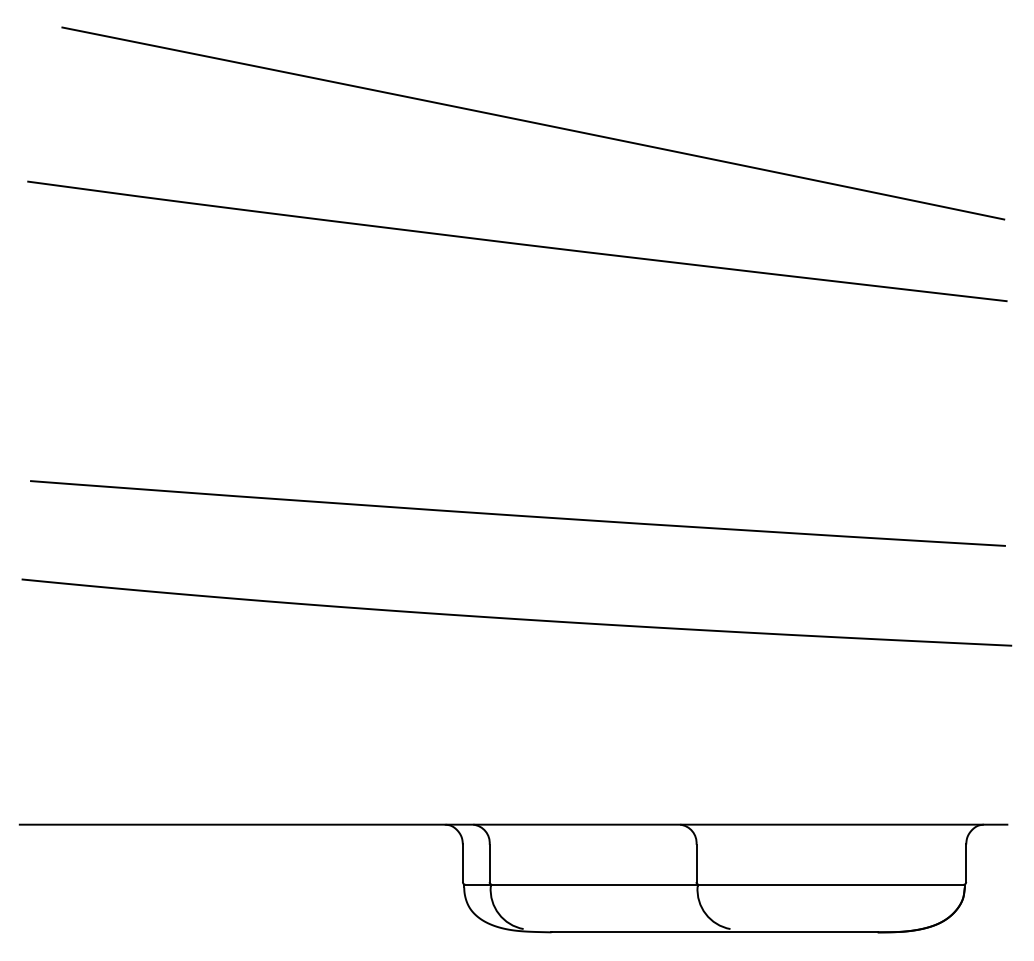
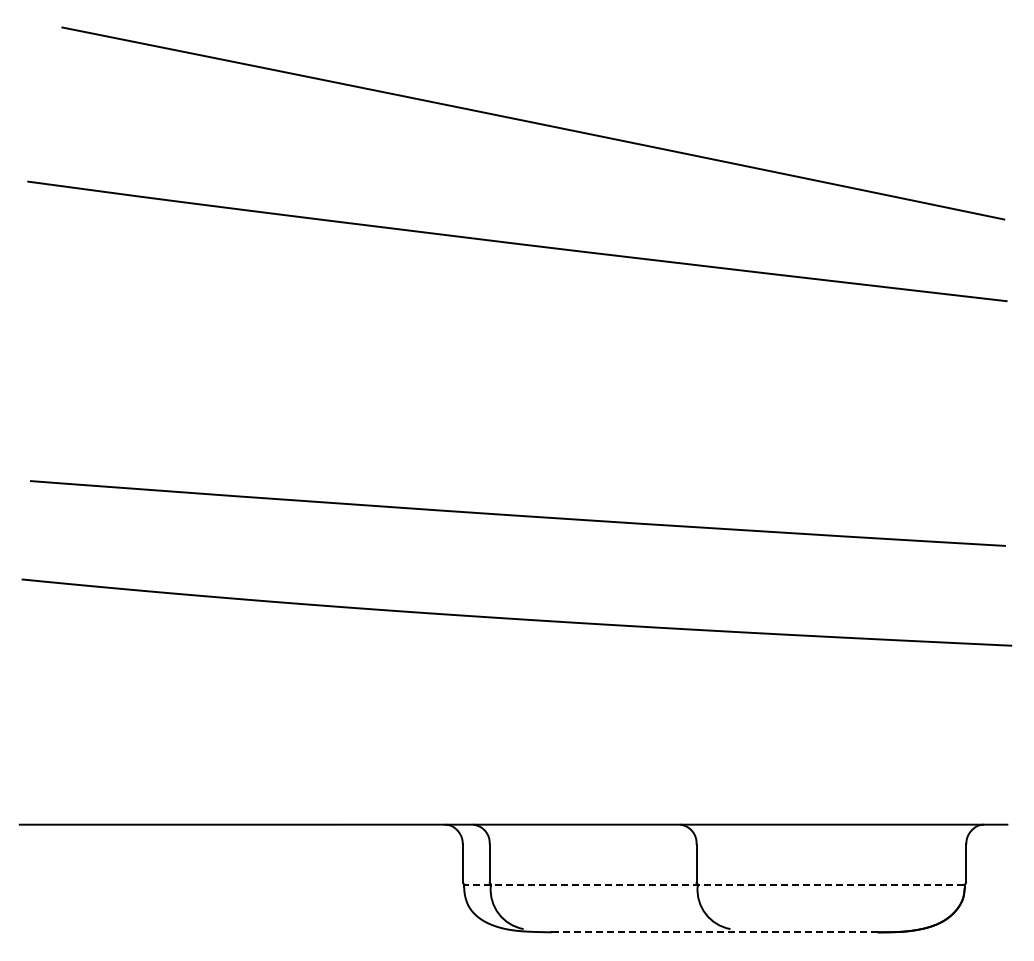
line at (713, 884): solid -> dashed
line at (715, 932): solid -> dashed
